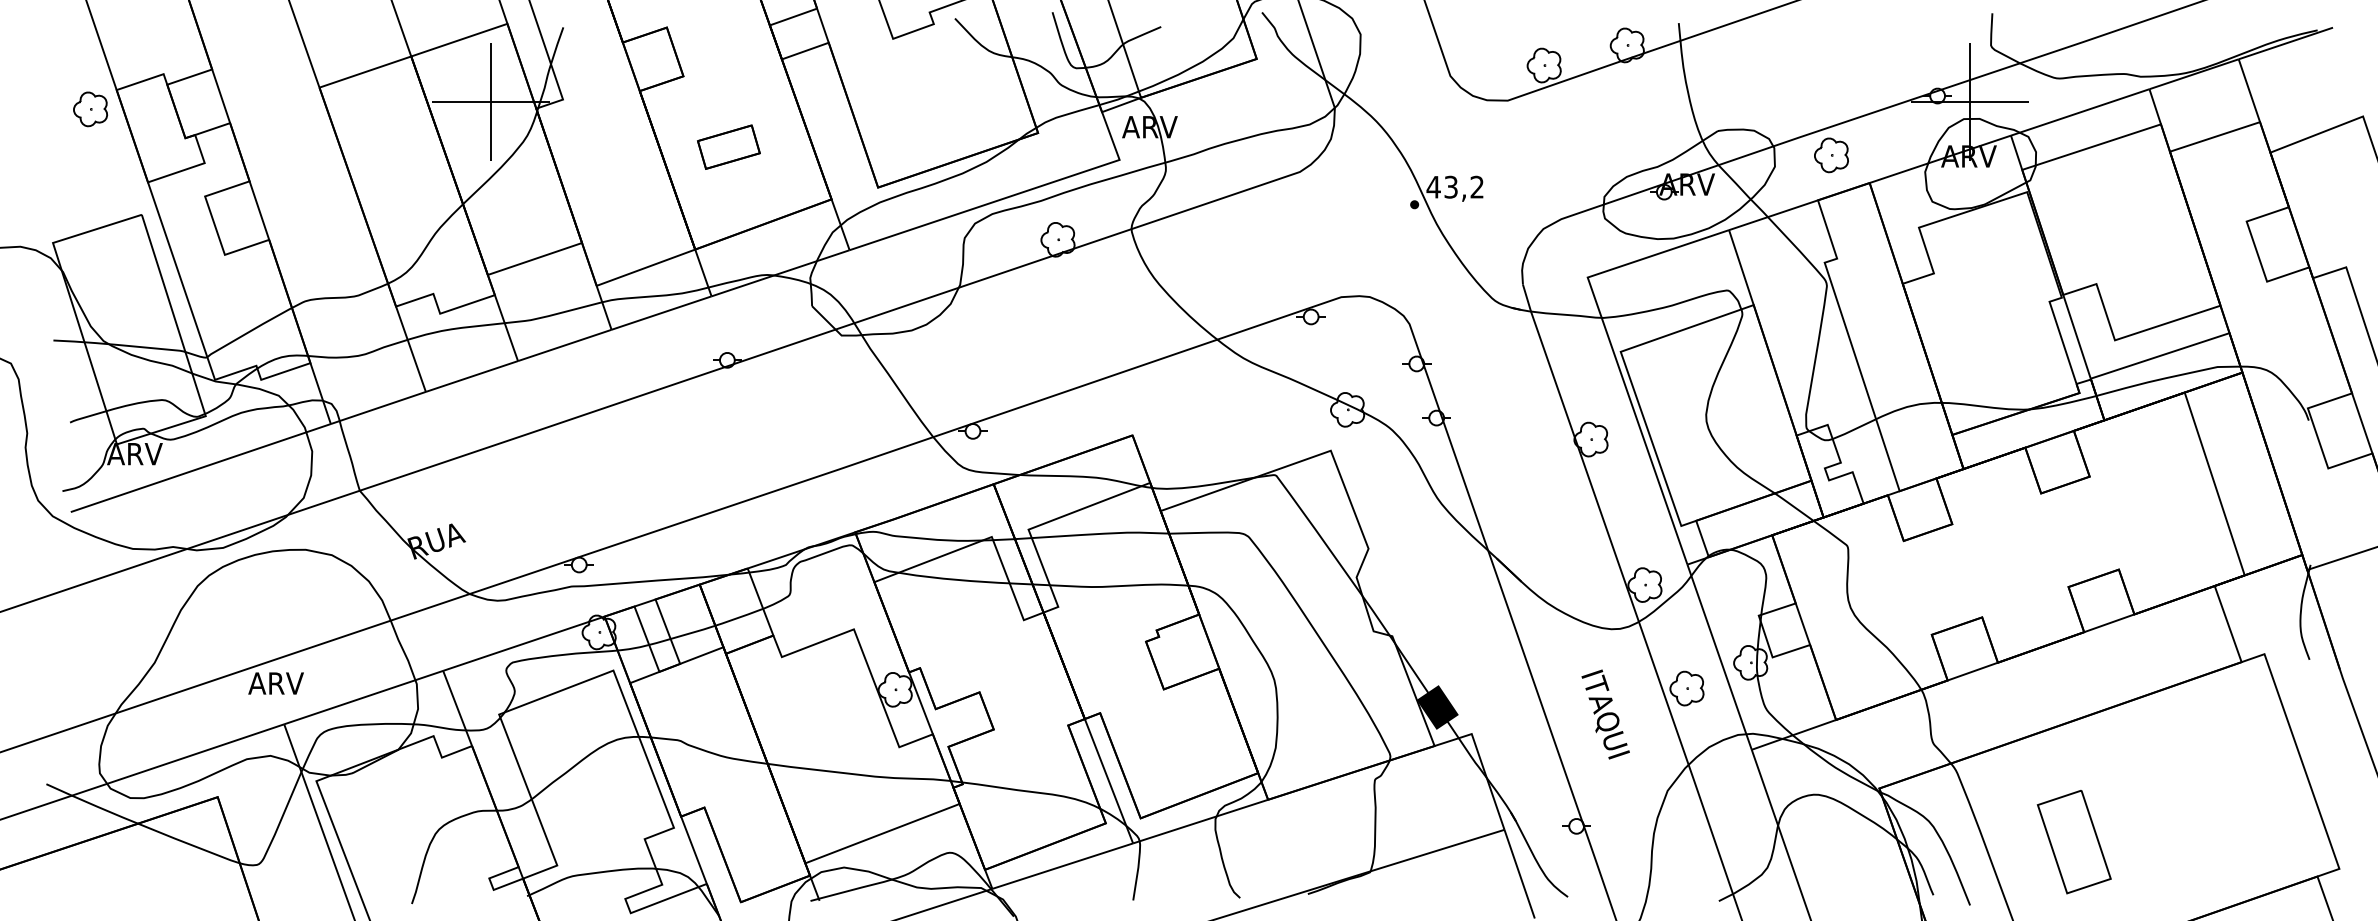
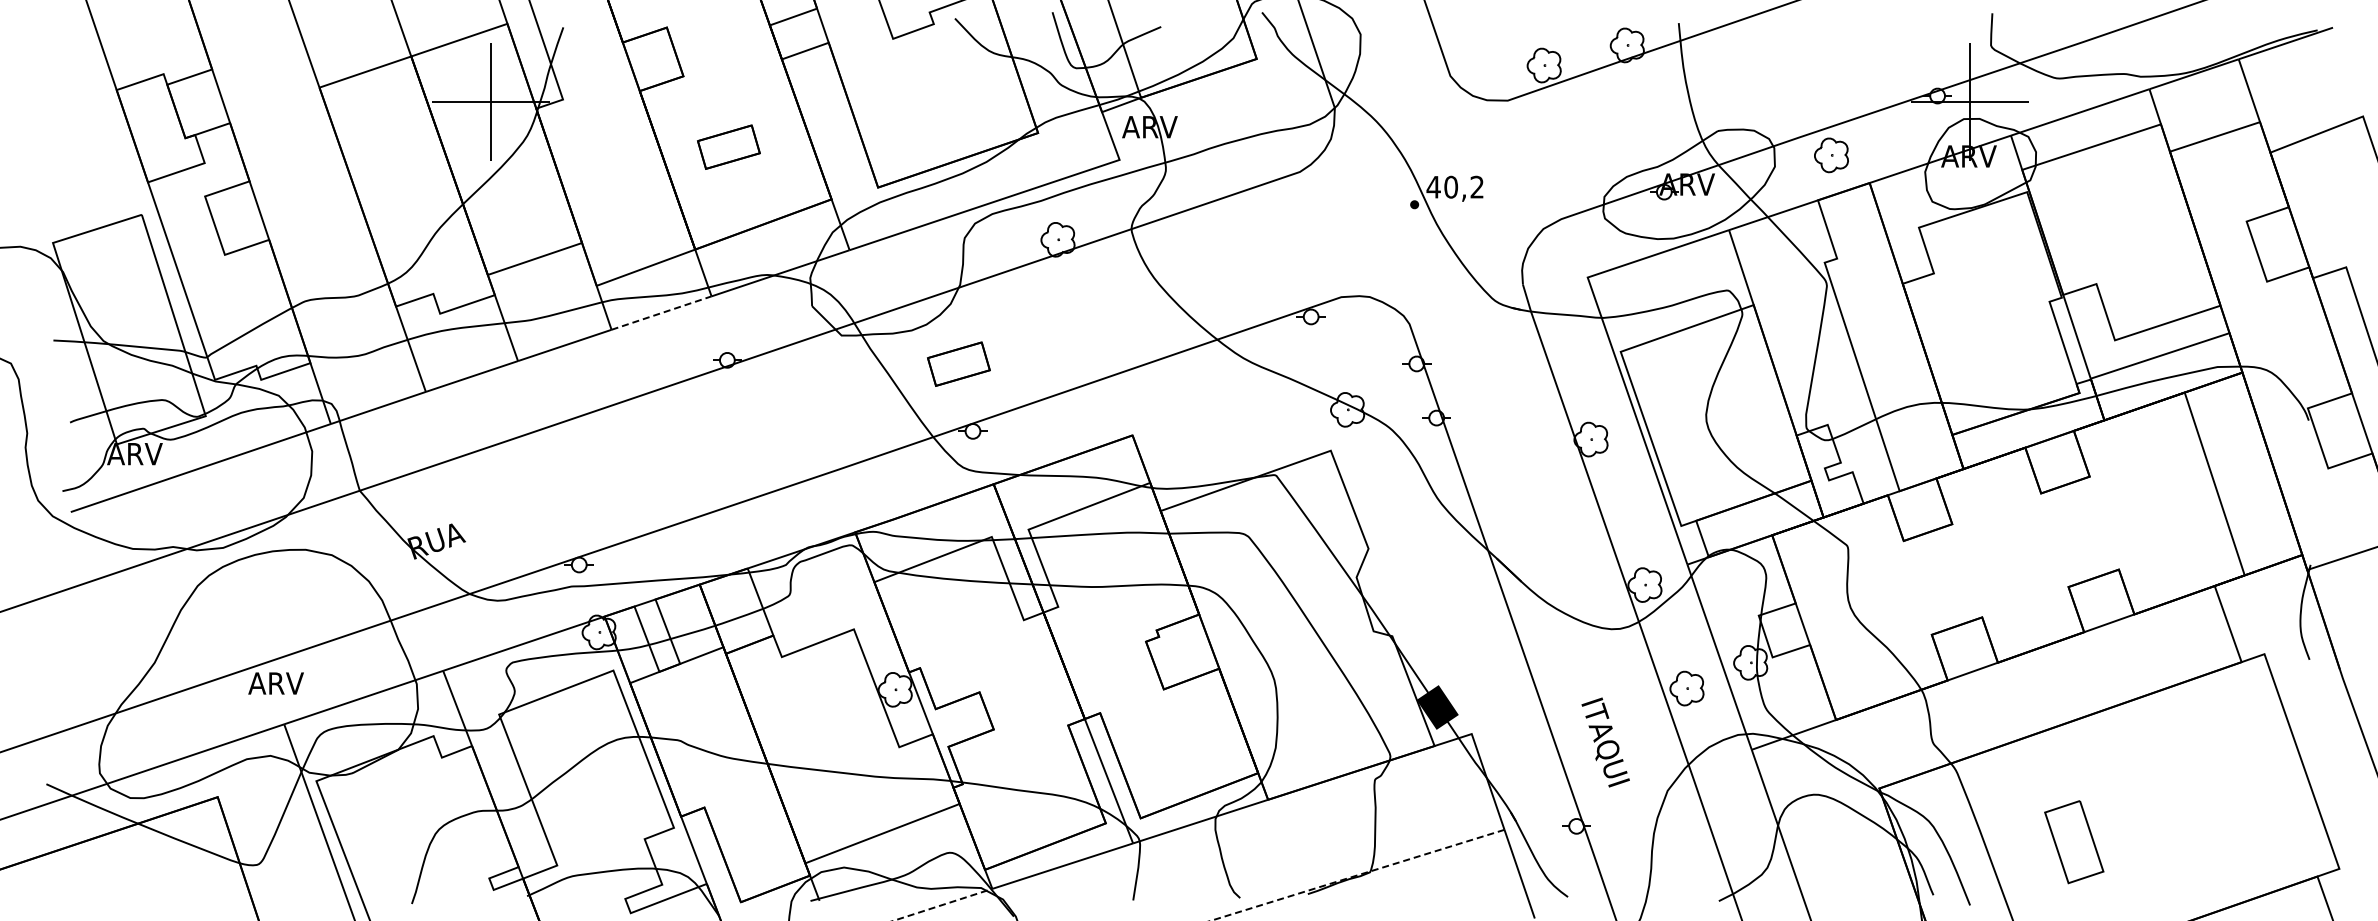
part at (90, 109): present -> none
text at (1451, 186): 43,2 -> 40,2
line at (661, 313): solid -> dashed
part at (958, 363): none -> present
text at (1605, 714) position: (1605, 714) -> (1605, 742)
part at (2073, 842) size: 76x105 px -> 61x85 px
line at (1357, 875): solid -> dashed
line at (943, 904): solid -> dashed
